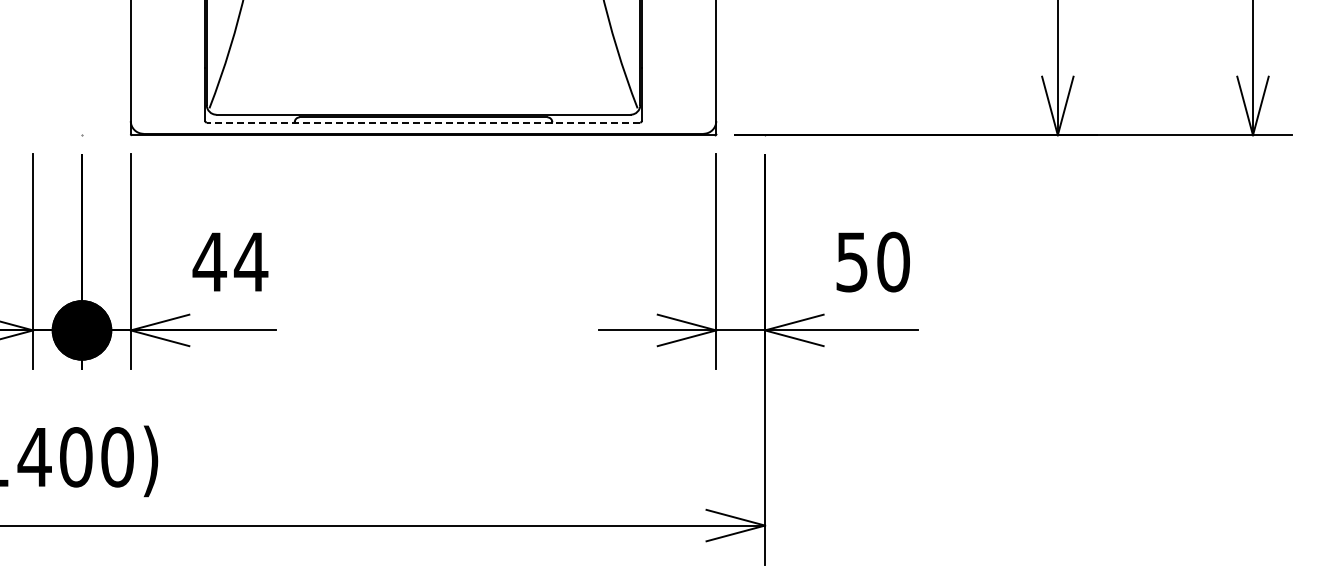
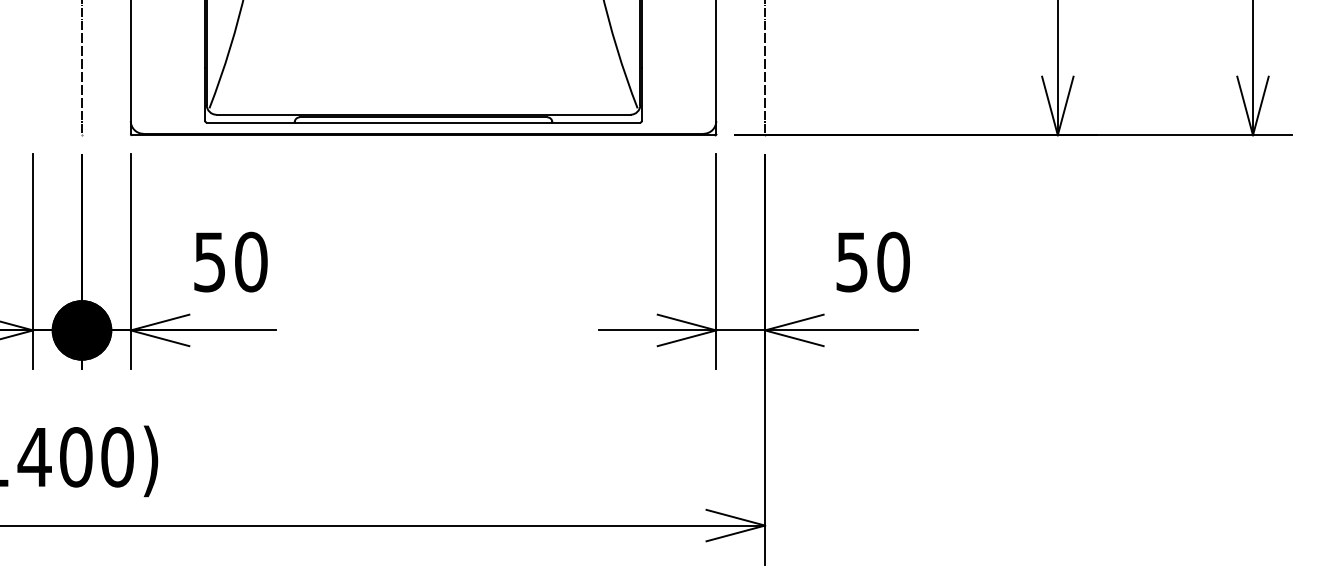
line at (82, 68): none -> present
line at (765, 68): none -> present
line at (423, 122): dashed -> solid
text at (230, 261): 44 -> 50
